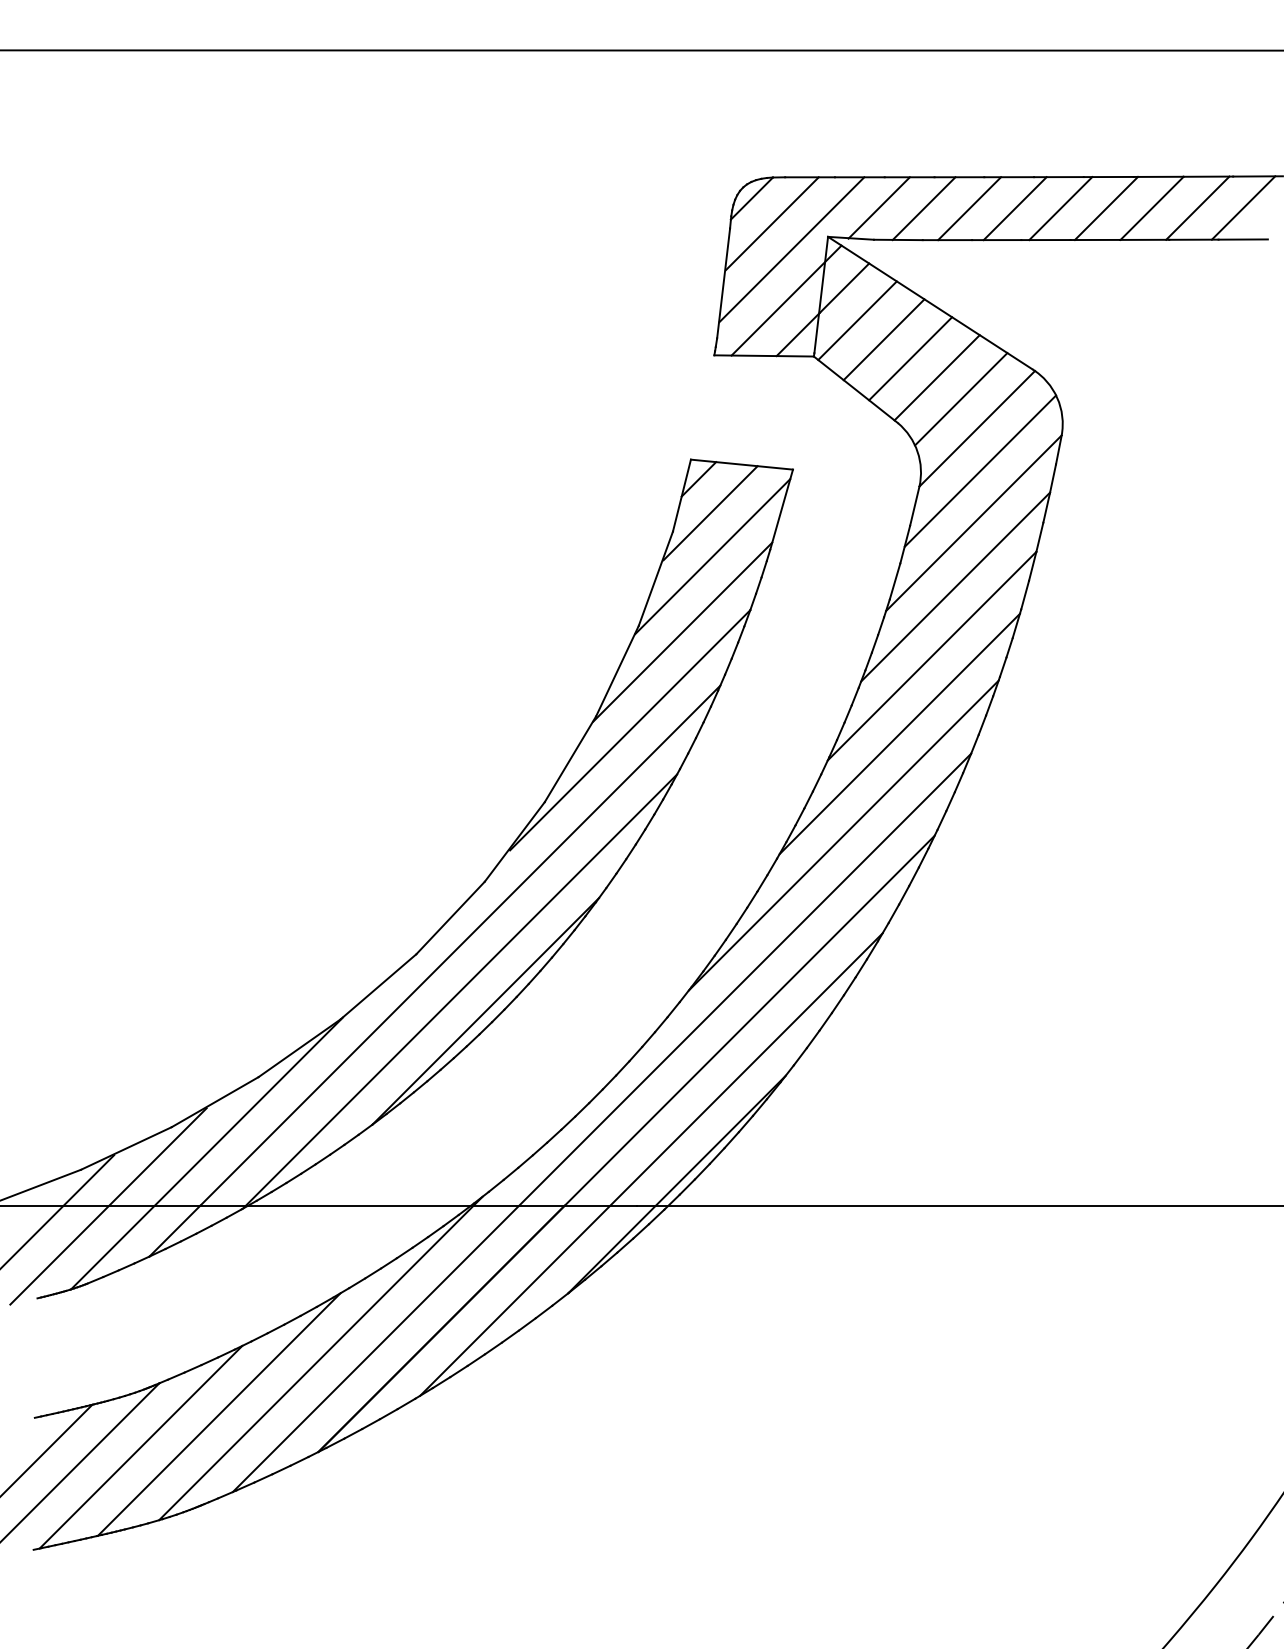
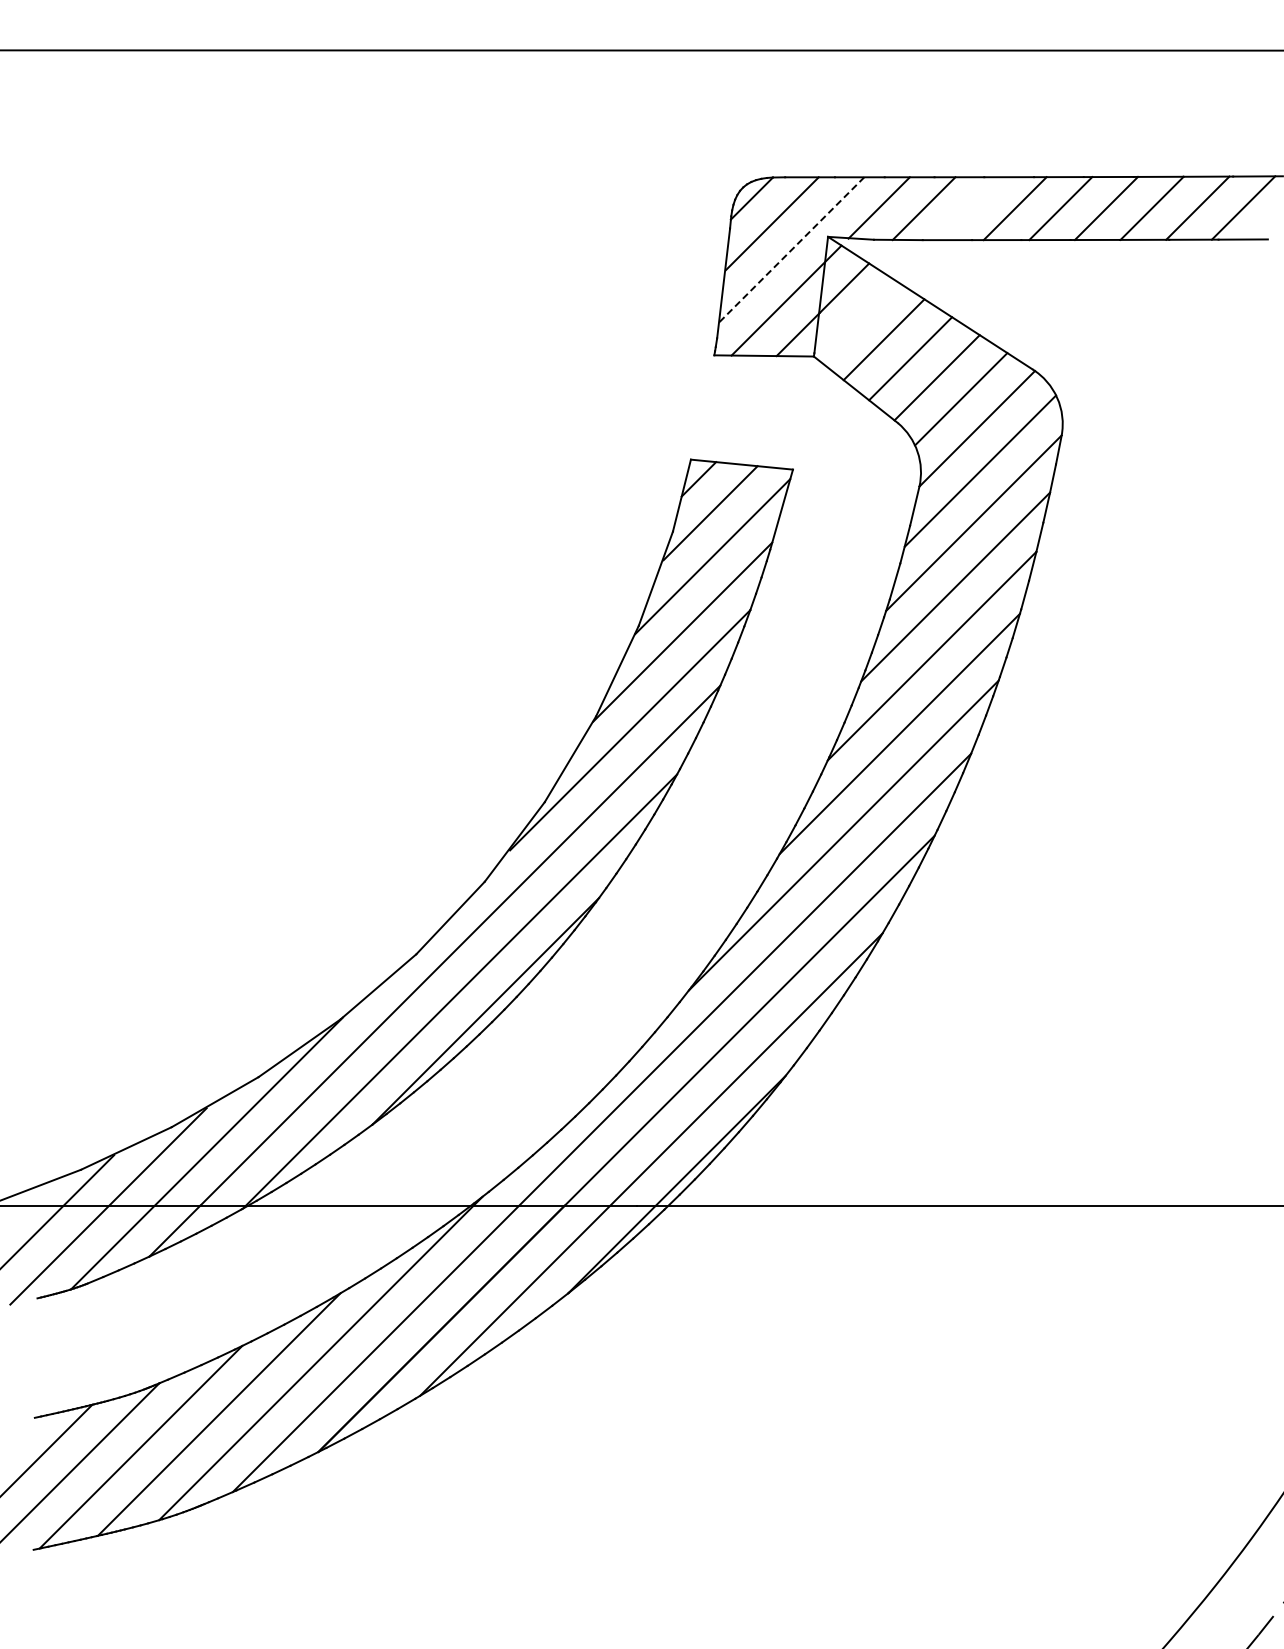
line at (969, 208): present -> none
line at (792, 249): solid -> dashed
line at (857, 320): present -> none
